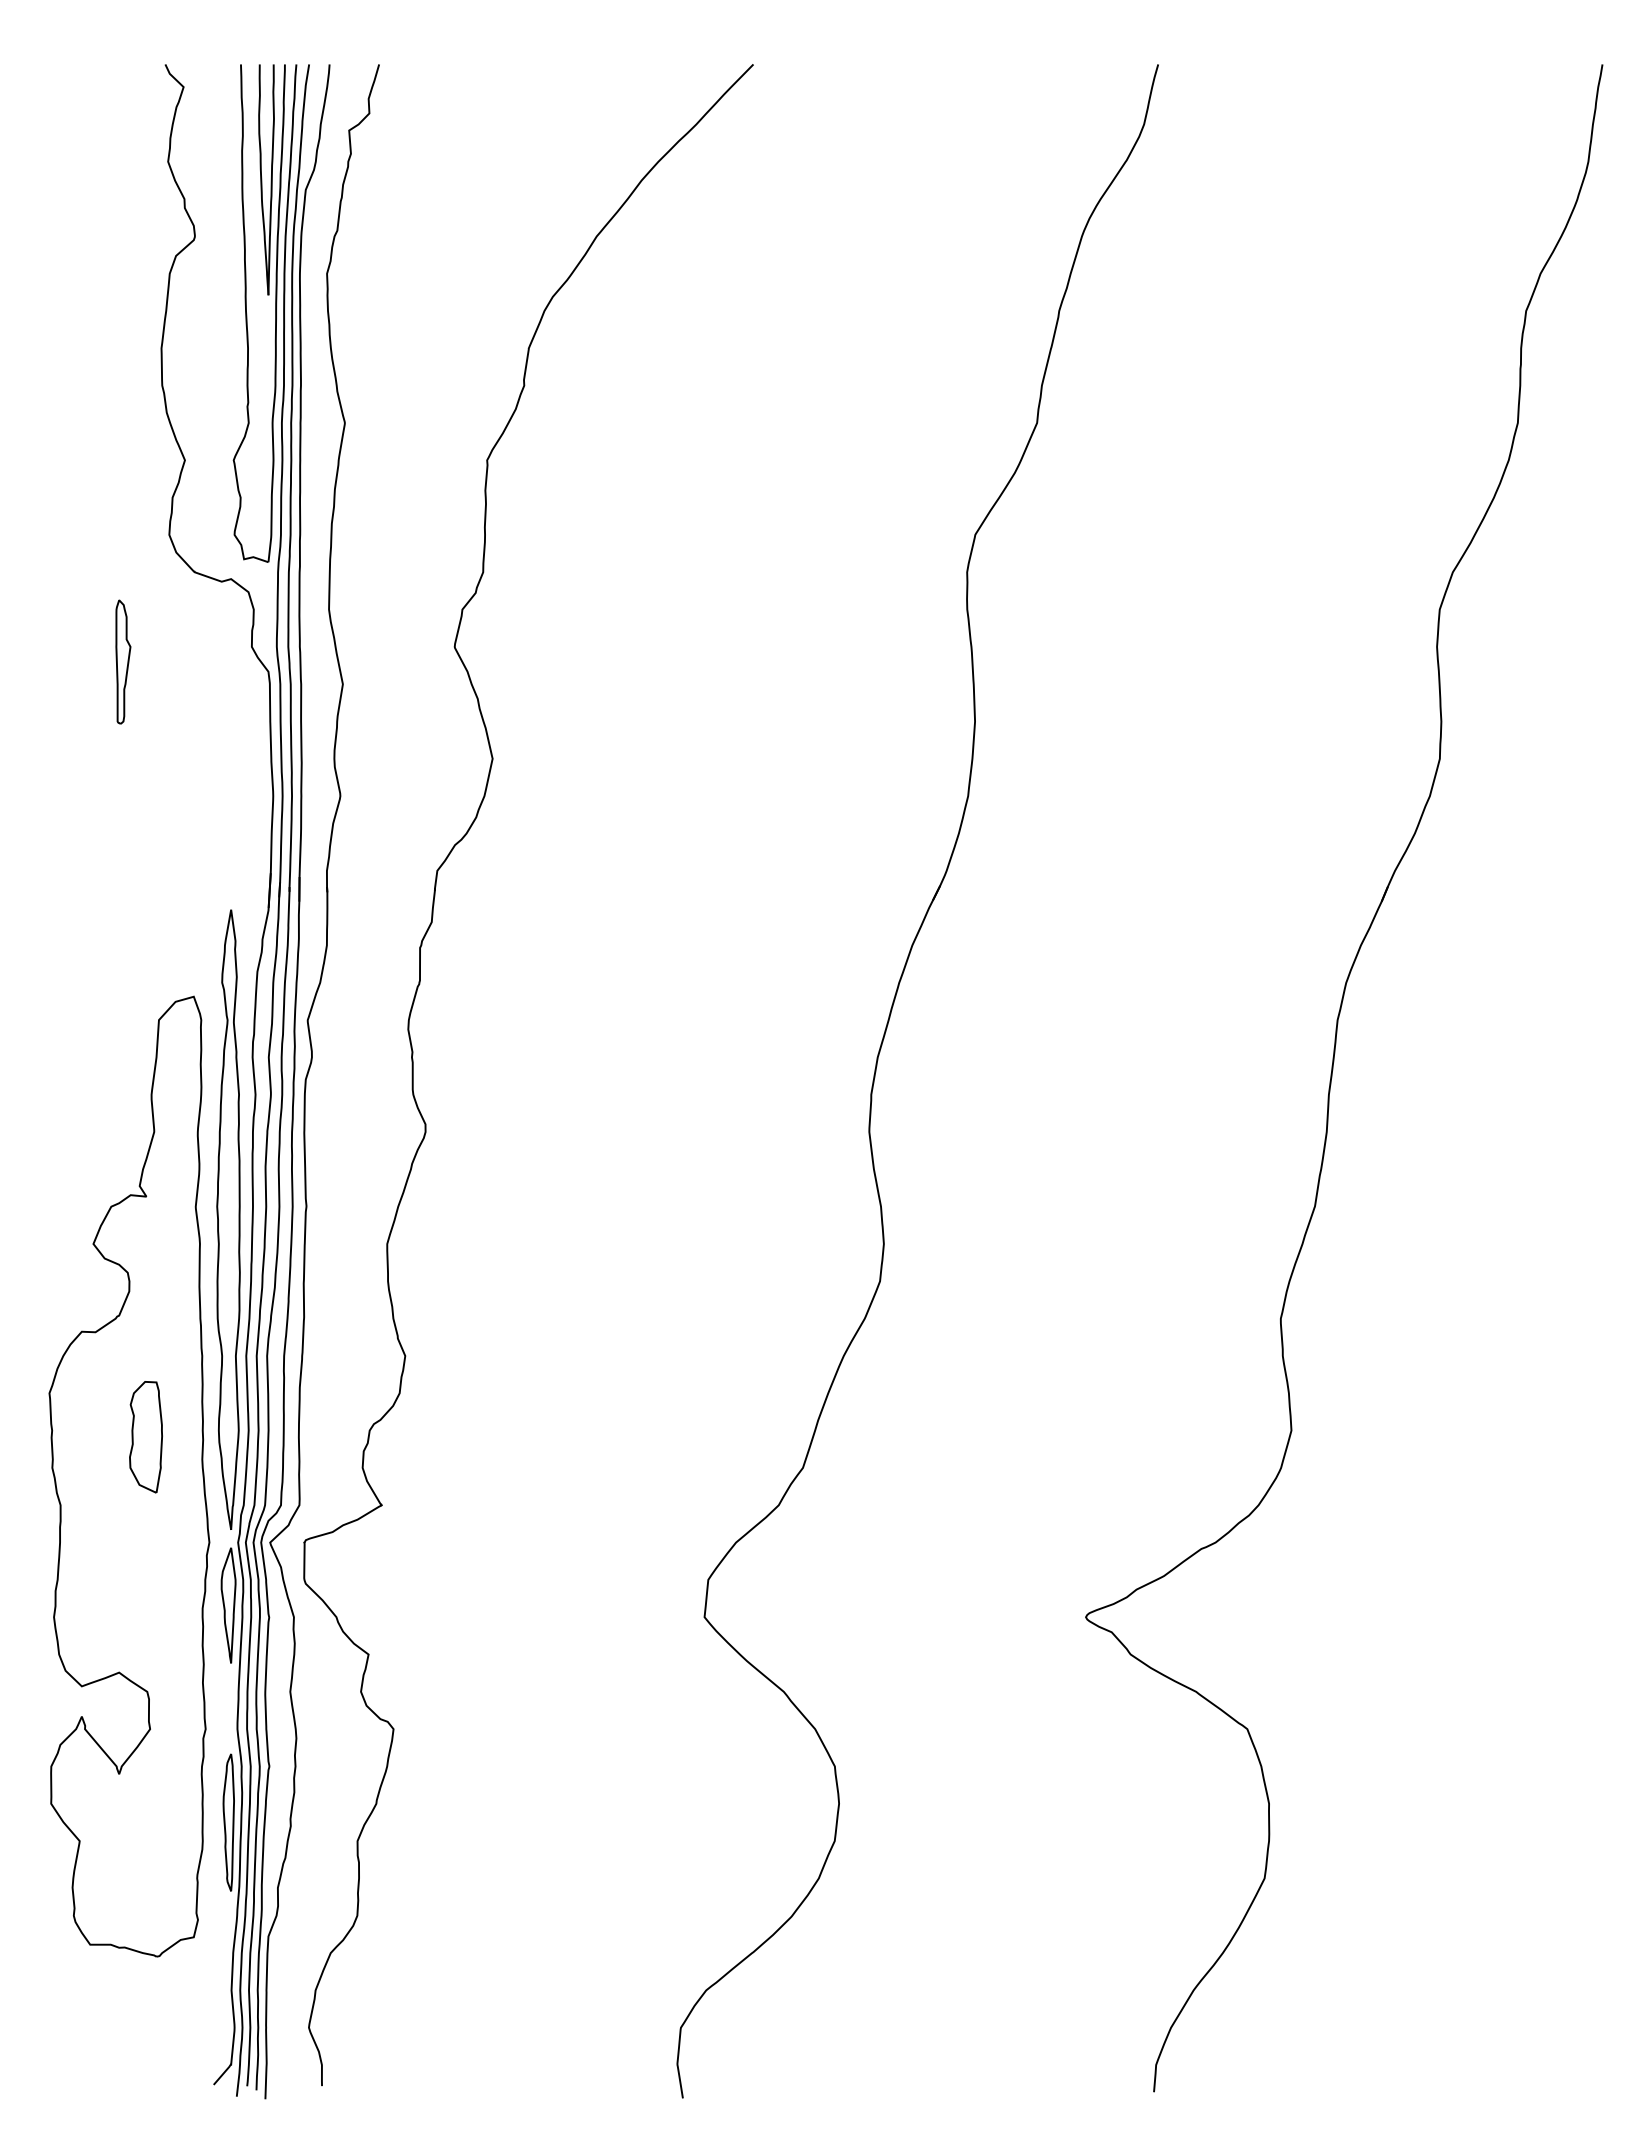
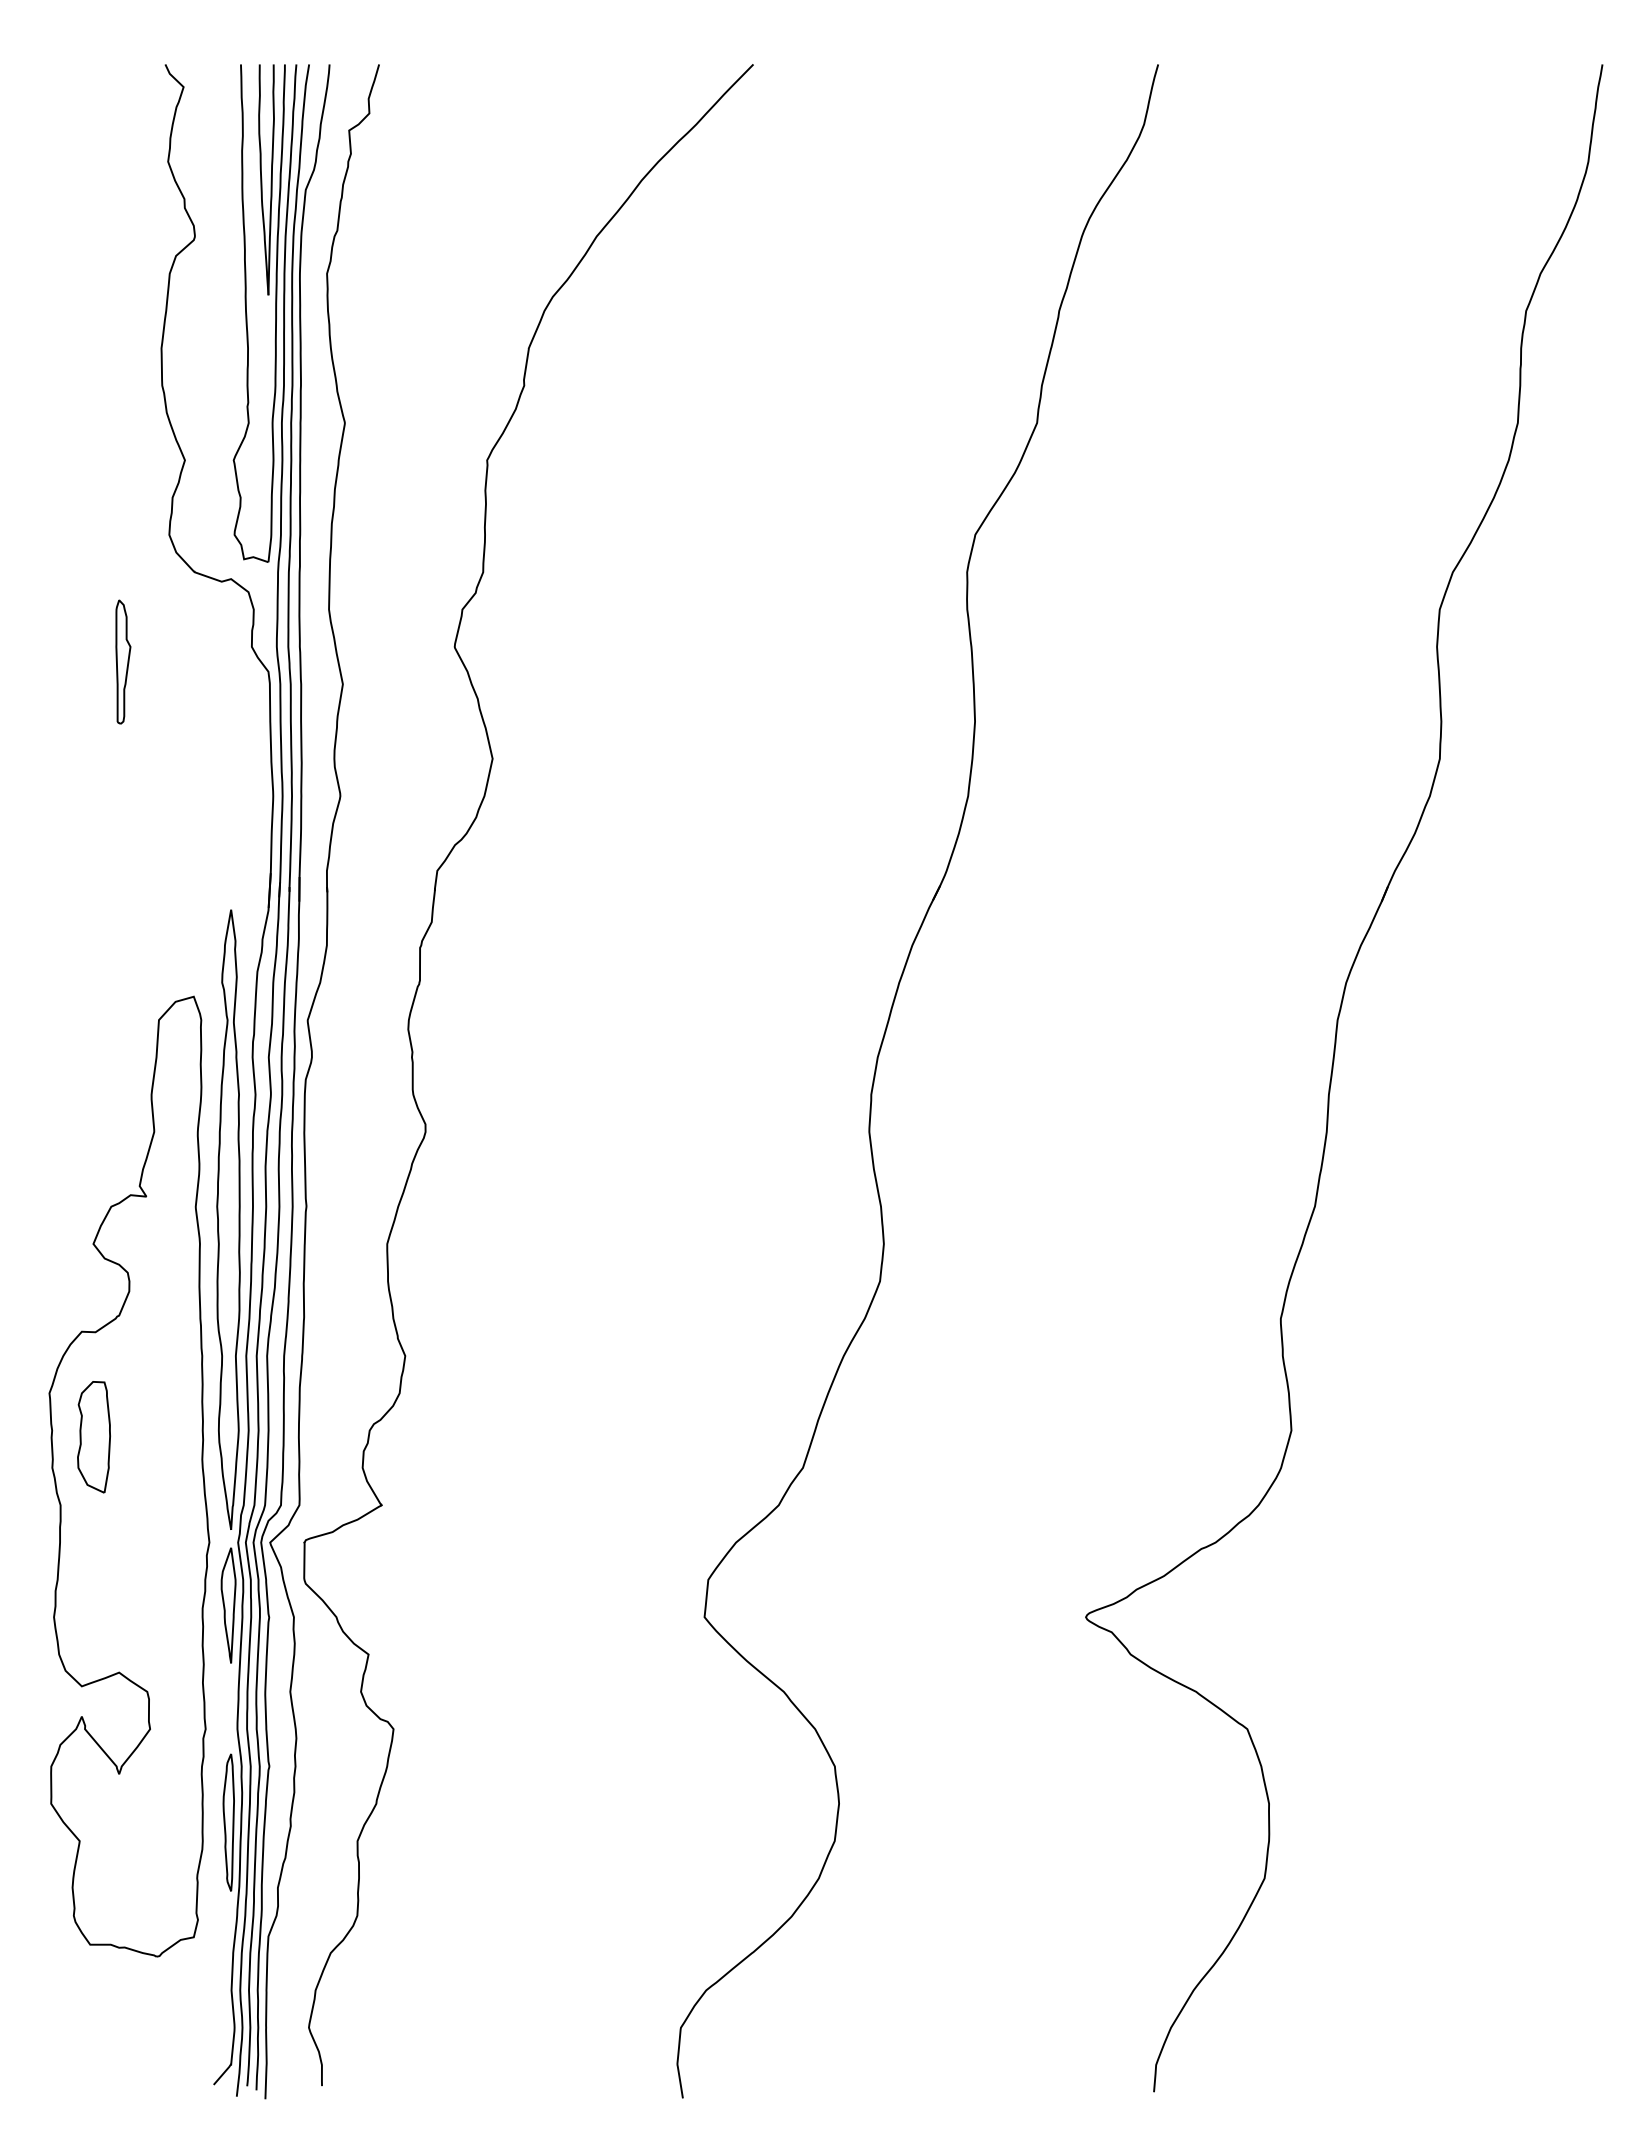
part at (145, 1437) position: (145, 1437) -> (93, 1437)
